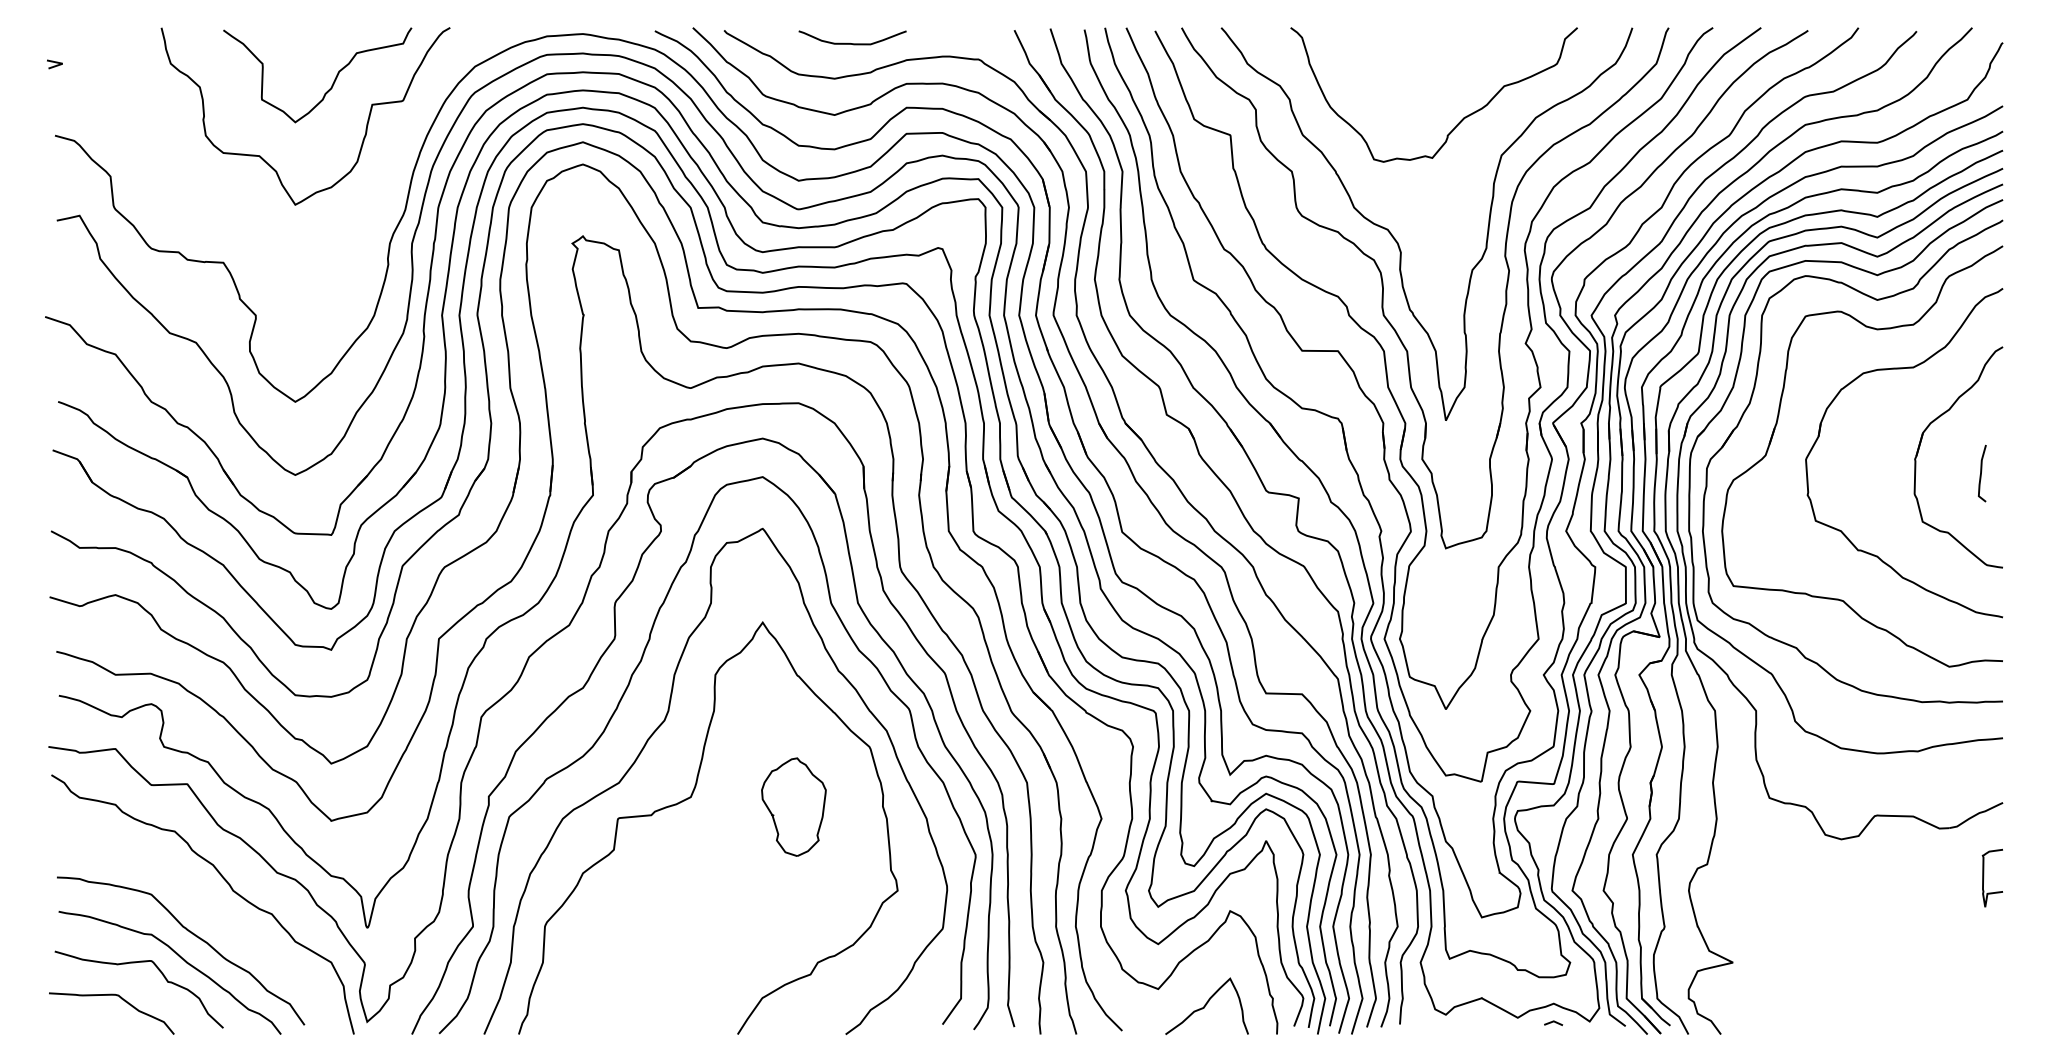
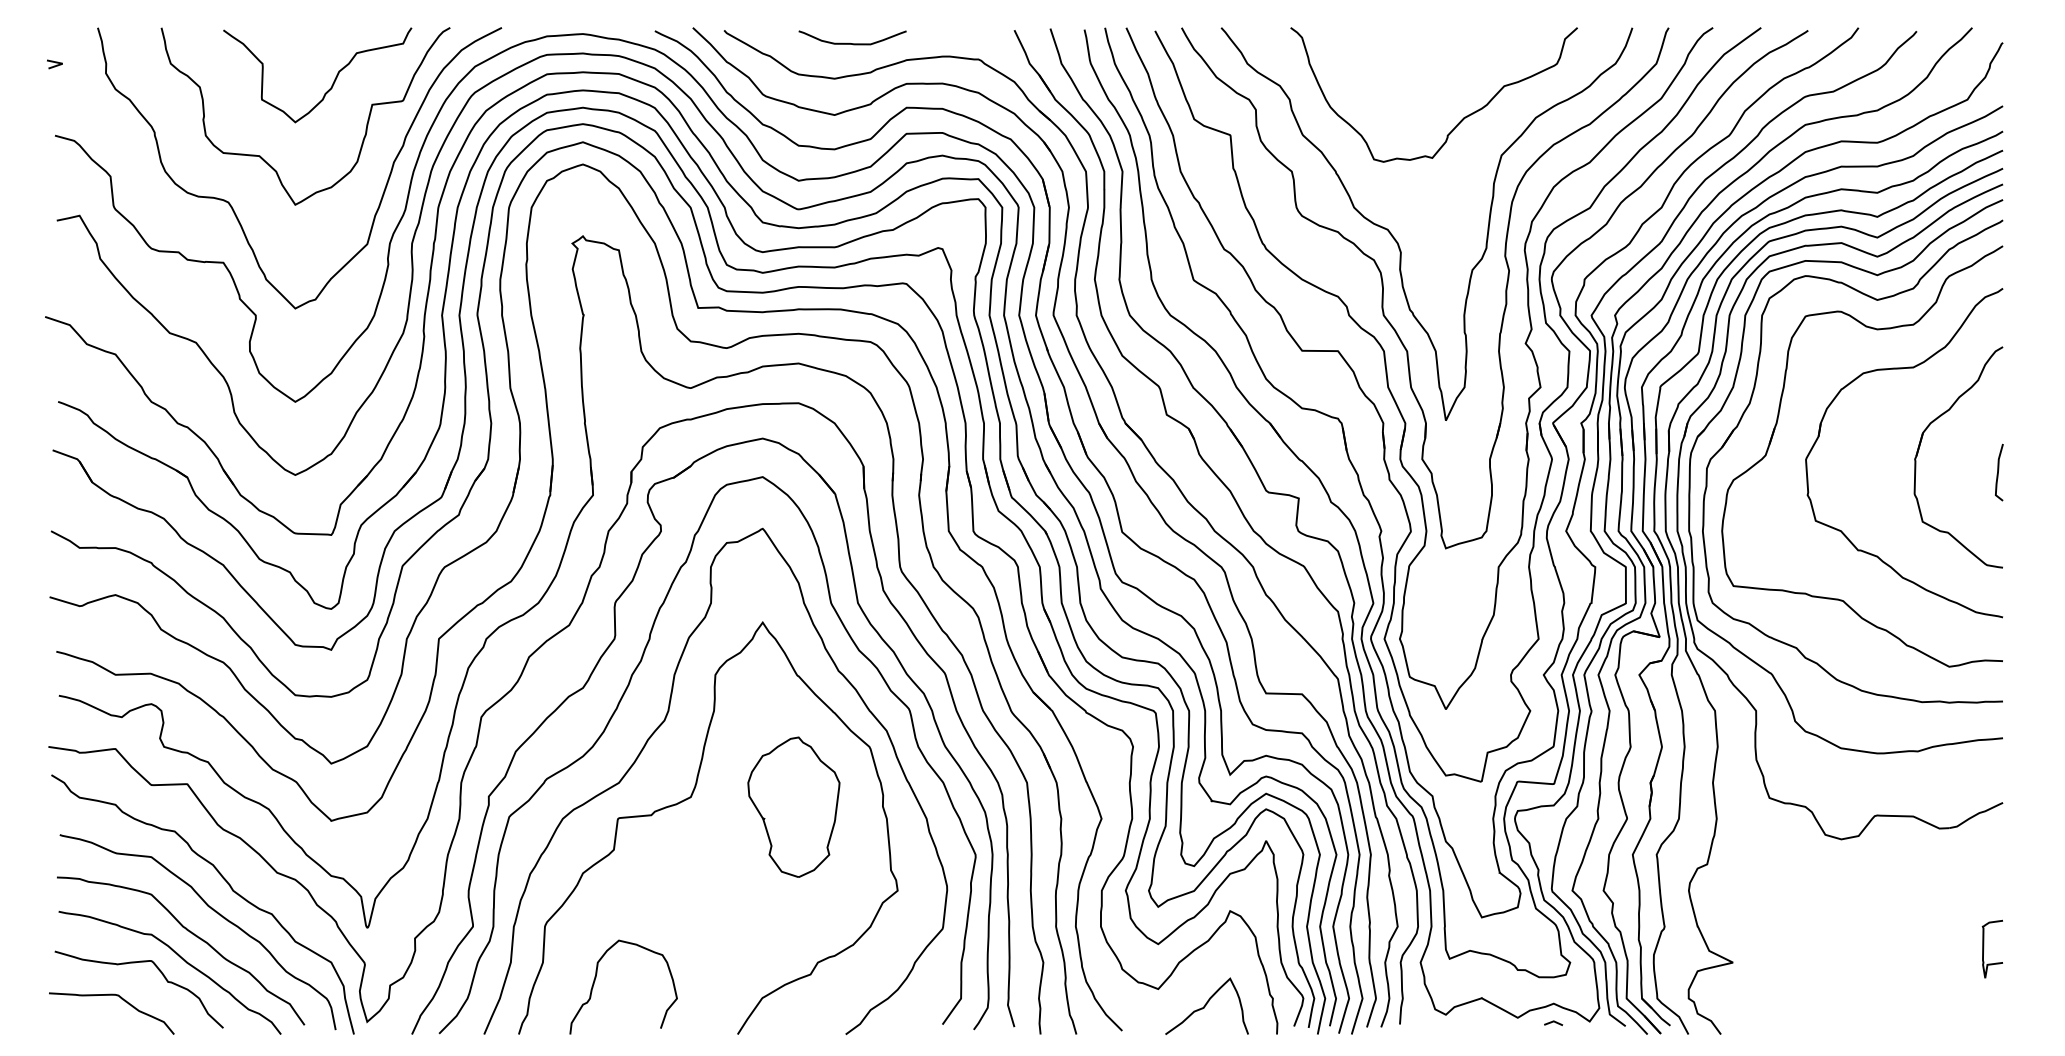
curve at (232, 206): none -> present
curve at (1981, 473) position: (1981, 473) -> (1998, 472)
part at (793, 806) size: 66x100 px -> 94x142 px
curve at (1984, 877) position: (1984, 877) -> (1984, 948)
curve at (212, 910): none -> present
curve at (595, 981): none -> present
